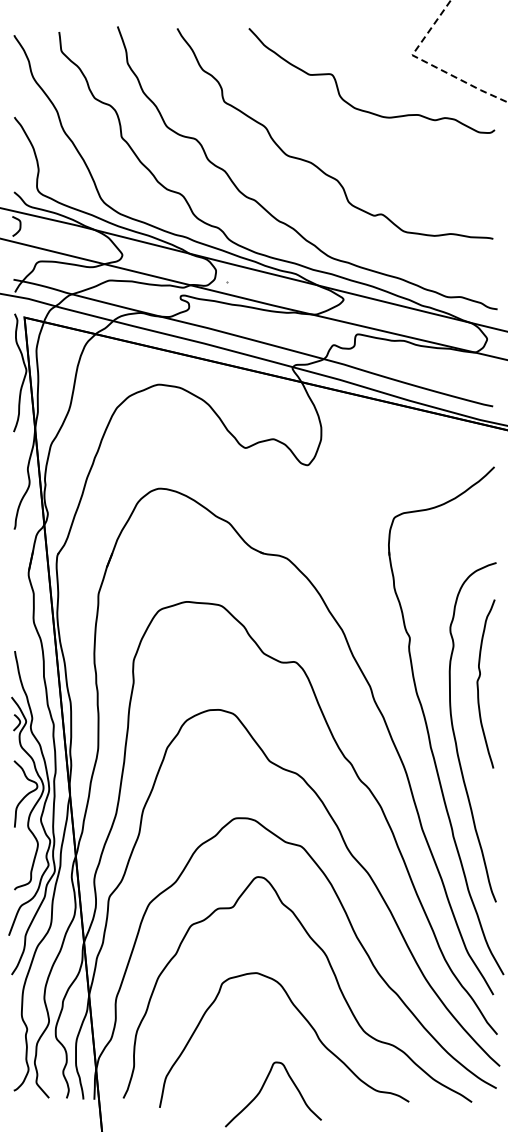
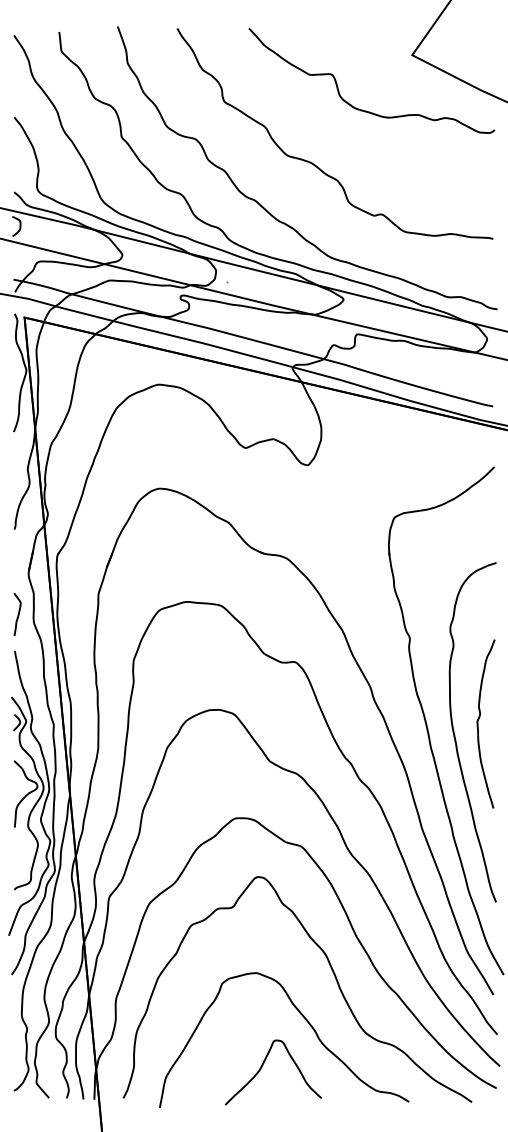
line at (429, 63): dashed -> solid
curve at (18, 613): none -> present
curve at (478, 683) position: (478, 683) -> (478, 723)
curve at (262, 1089) position: (262, 1089) -> (262, 1067)
